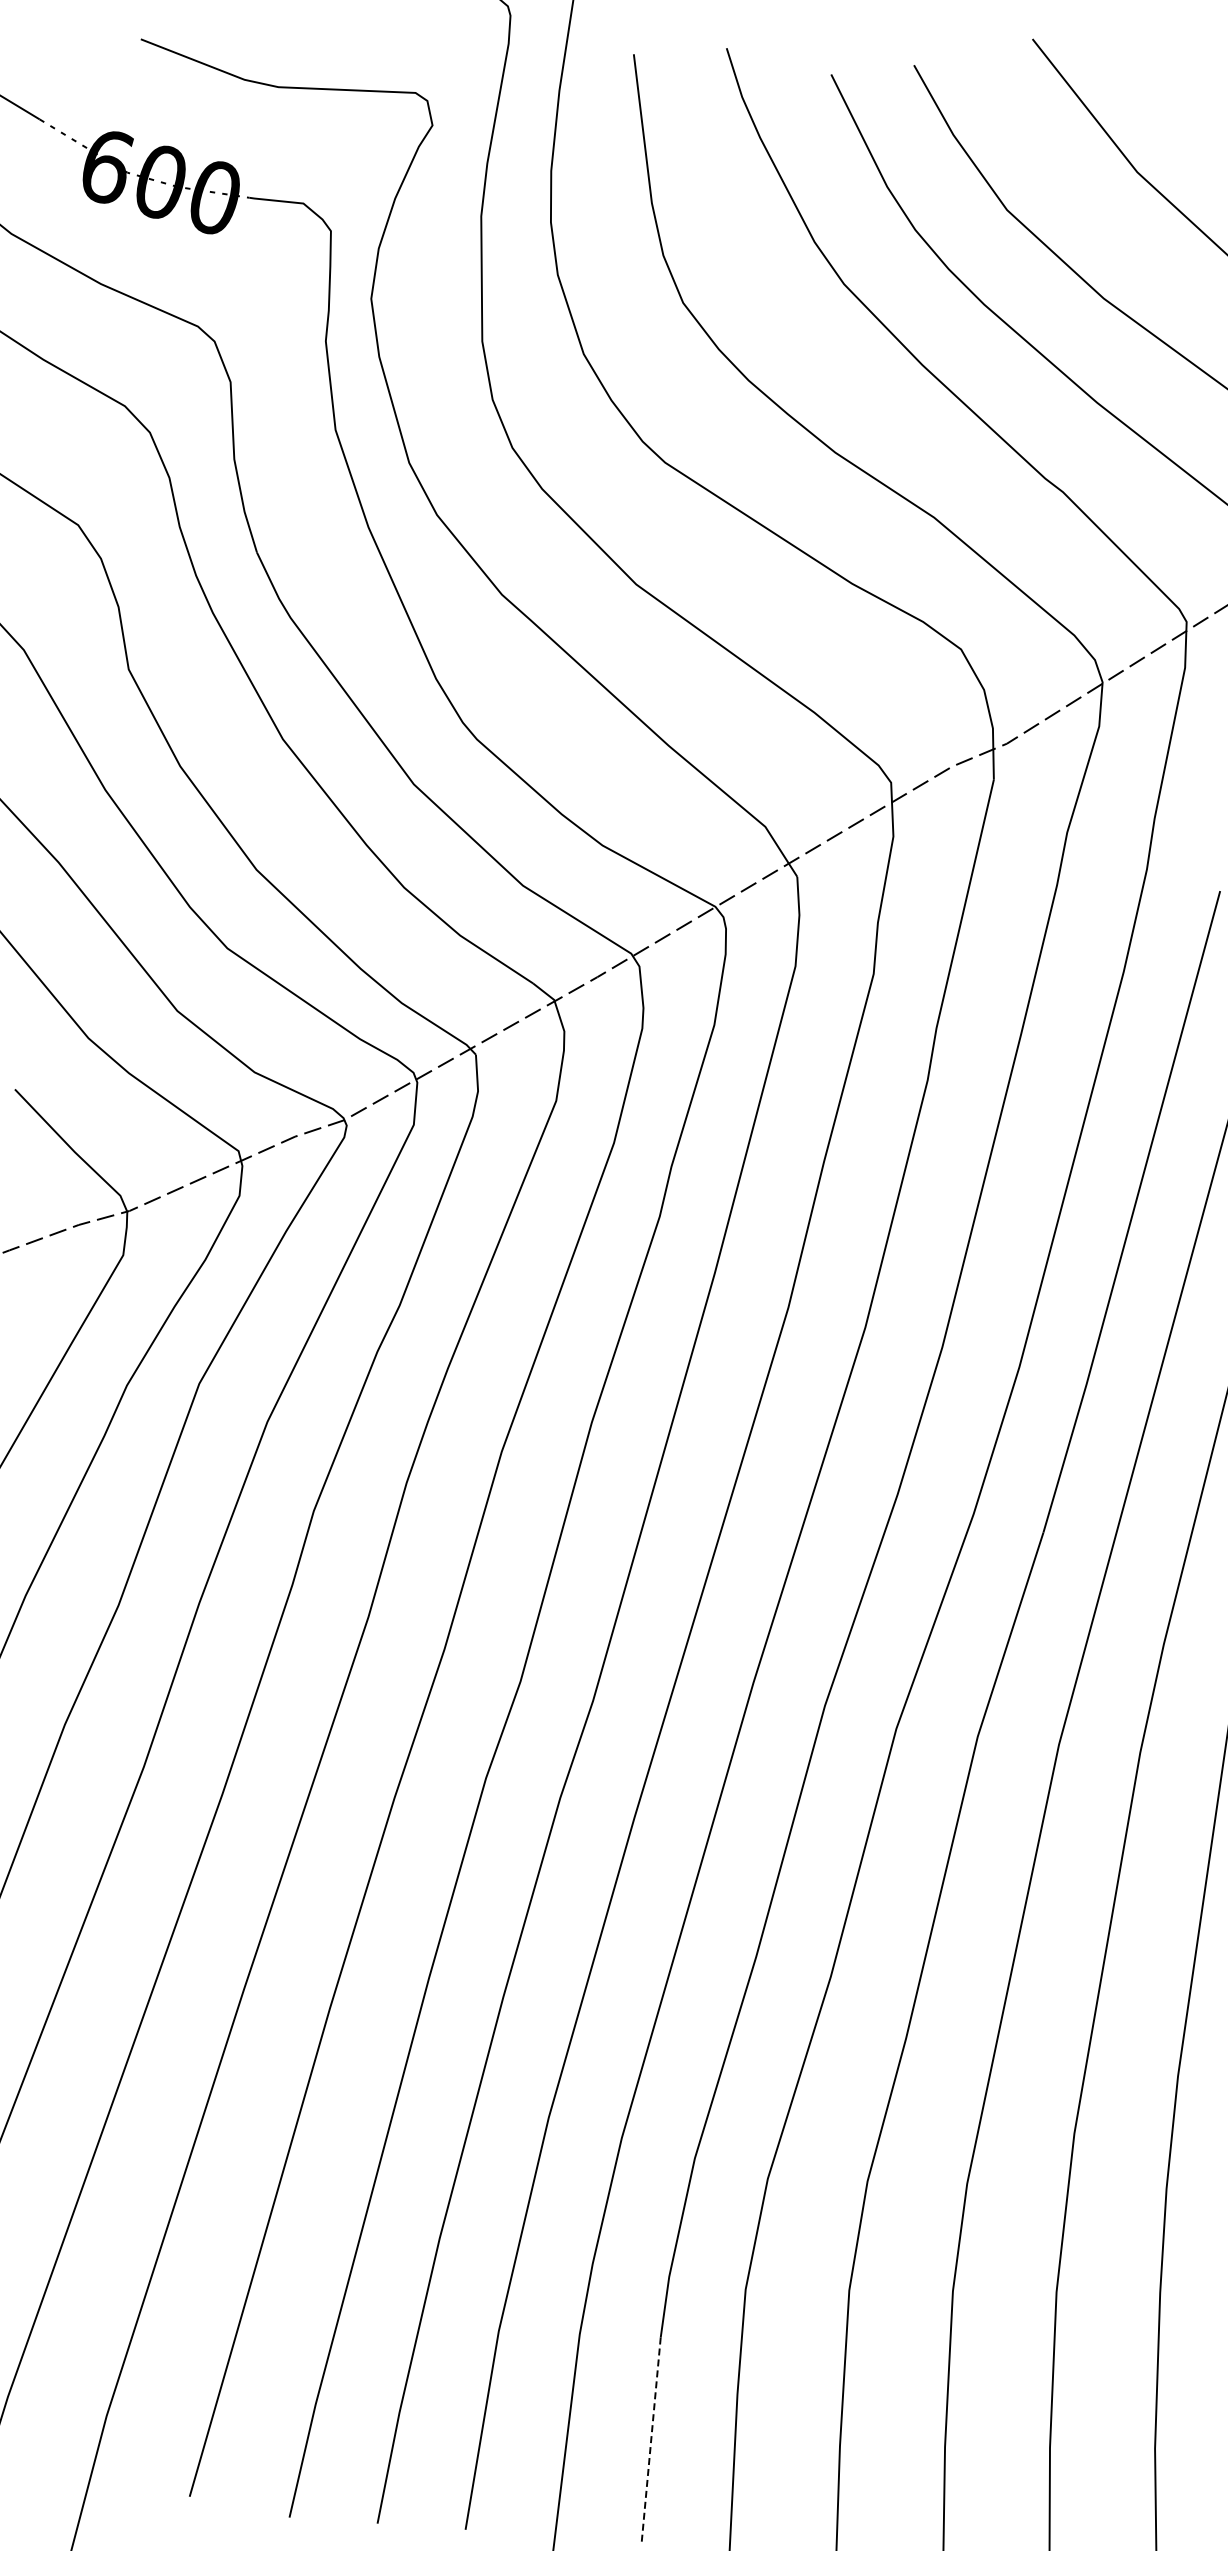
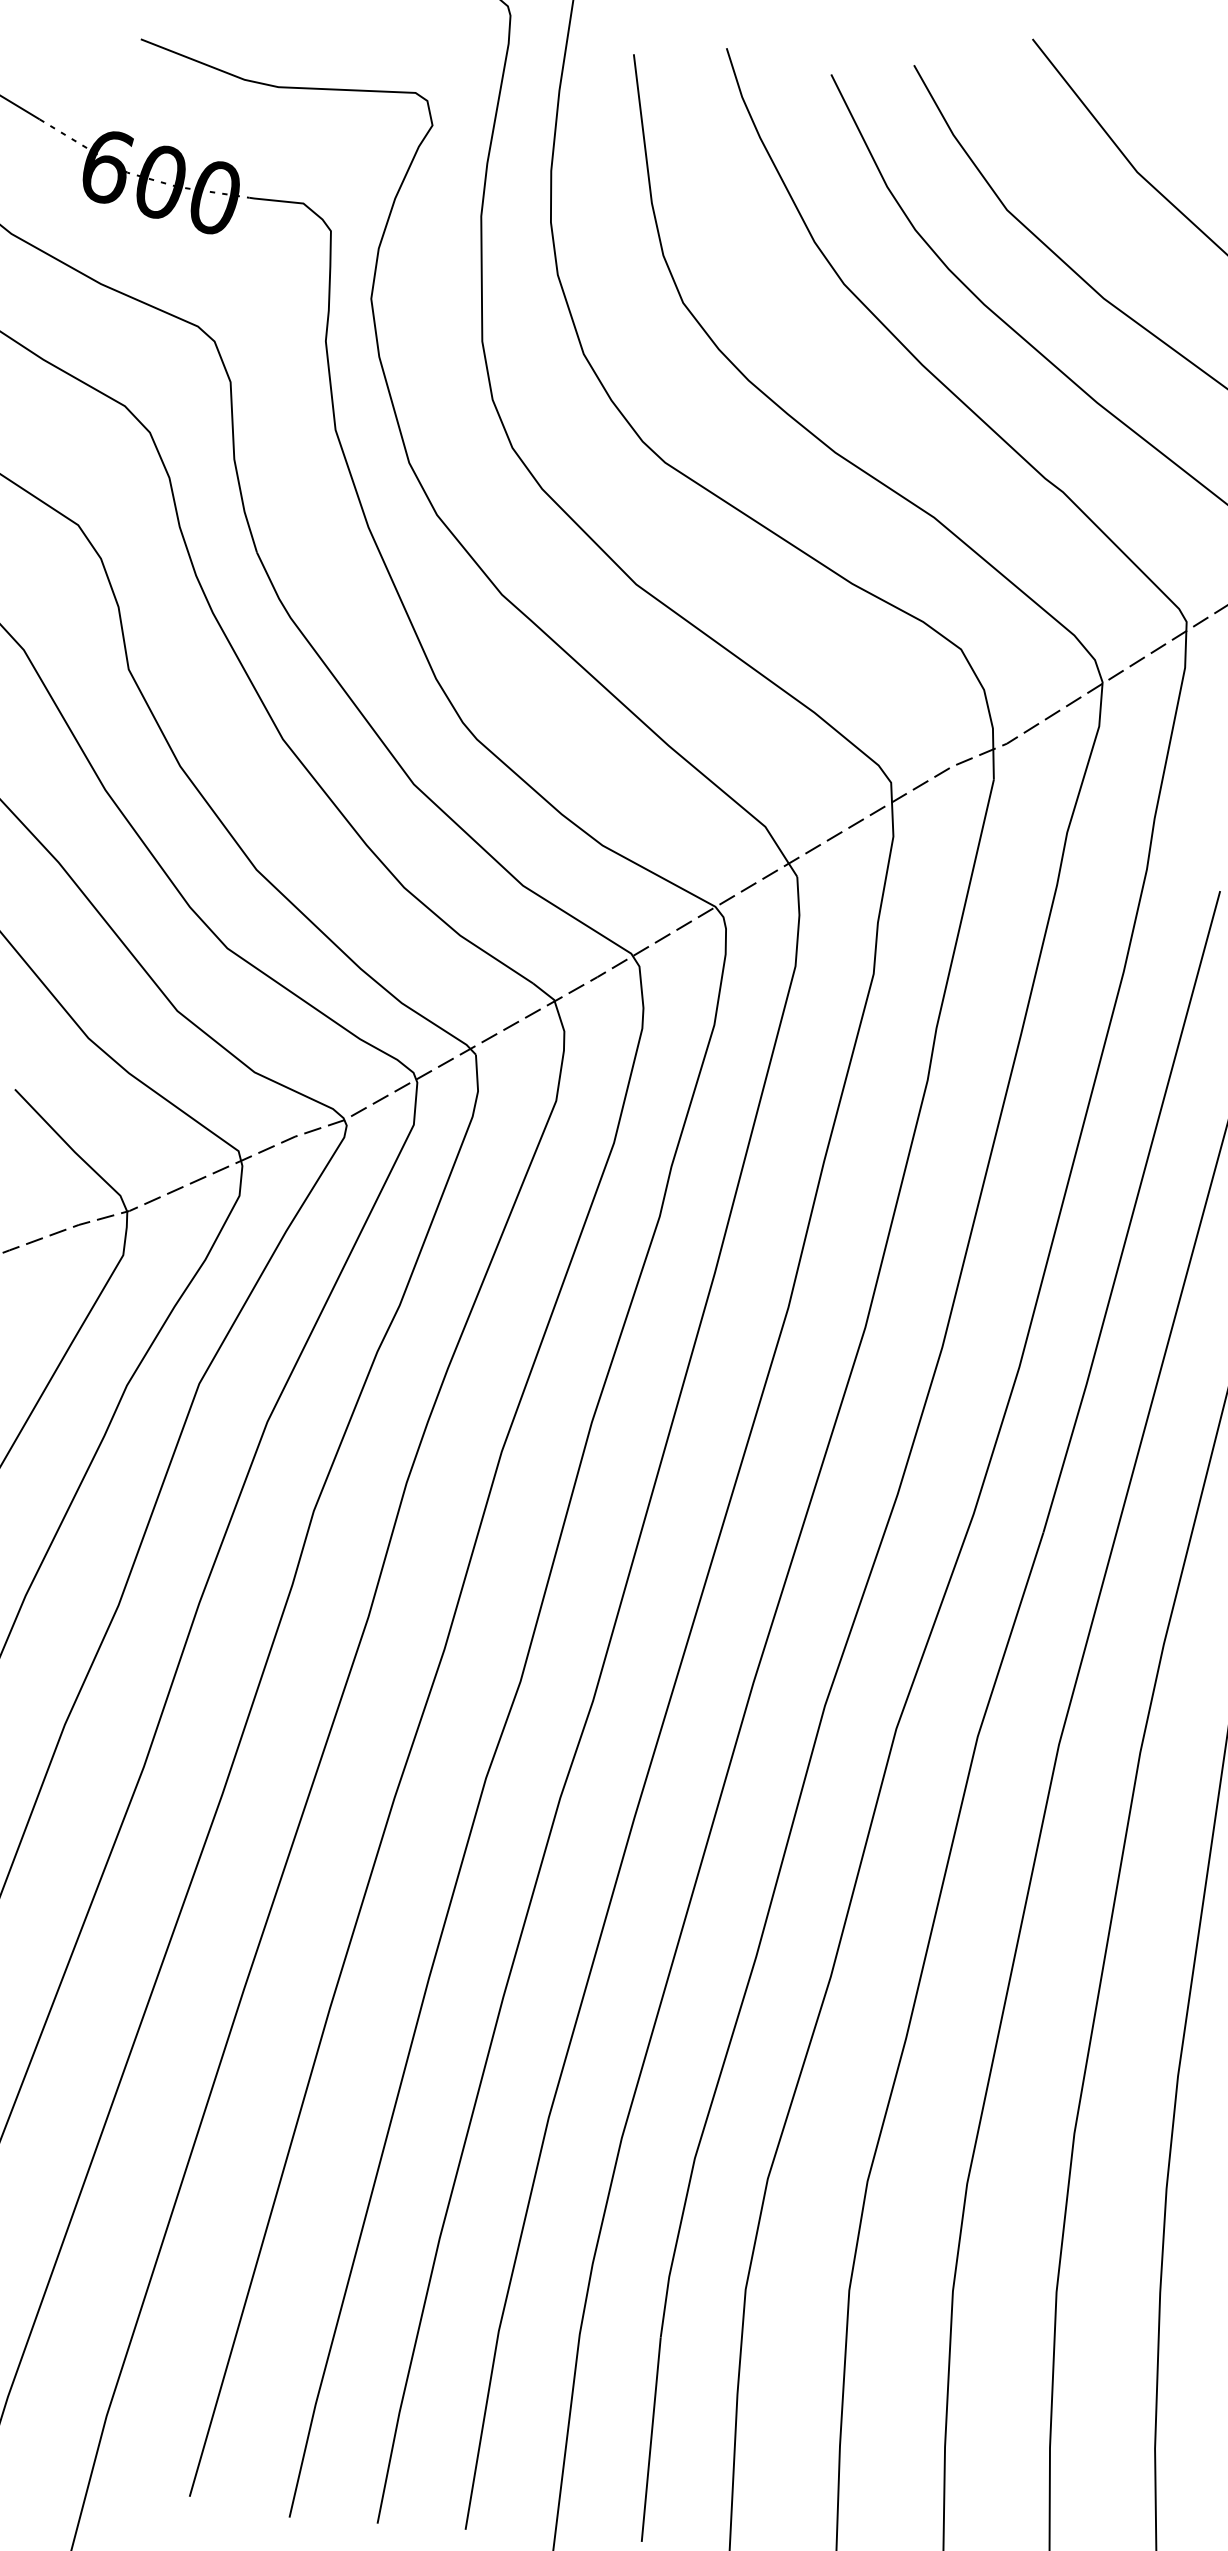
line at (651, 2439): dashed -> solid
